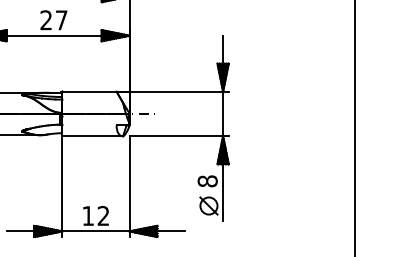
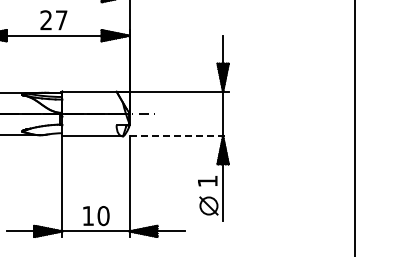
line at (179, 136): solid -> dashed
text at (207, 181): 8 -> 1
text at (103, 216): 12 -> 10
